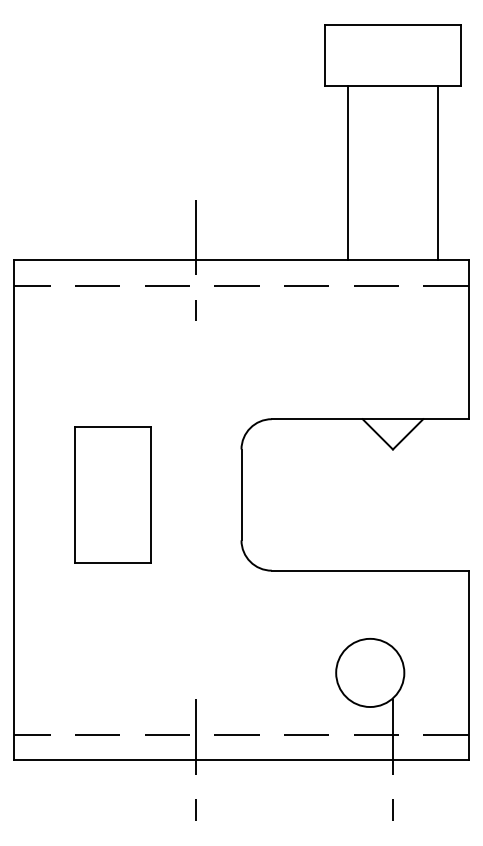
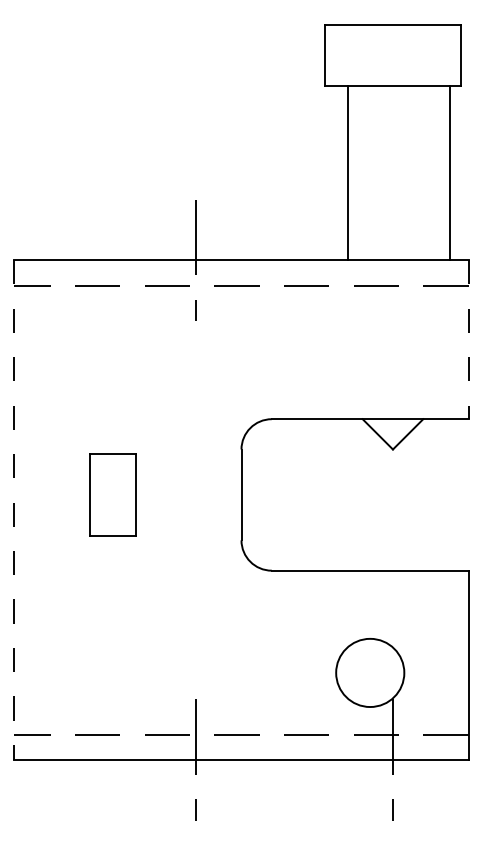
line at (438, 172) position: (438, 172) -> (450, 172)
line at (468, 339): solid -> dashed
part at (112, 494) size: 78x138 px -> 48x84 px
line at (14, 510): solid -> dashed
